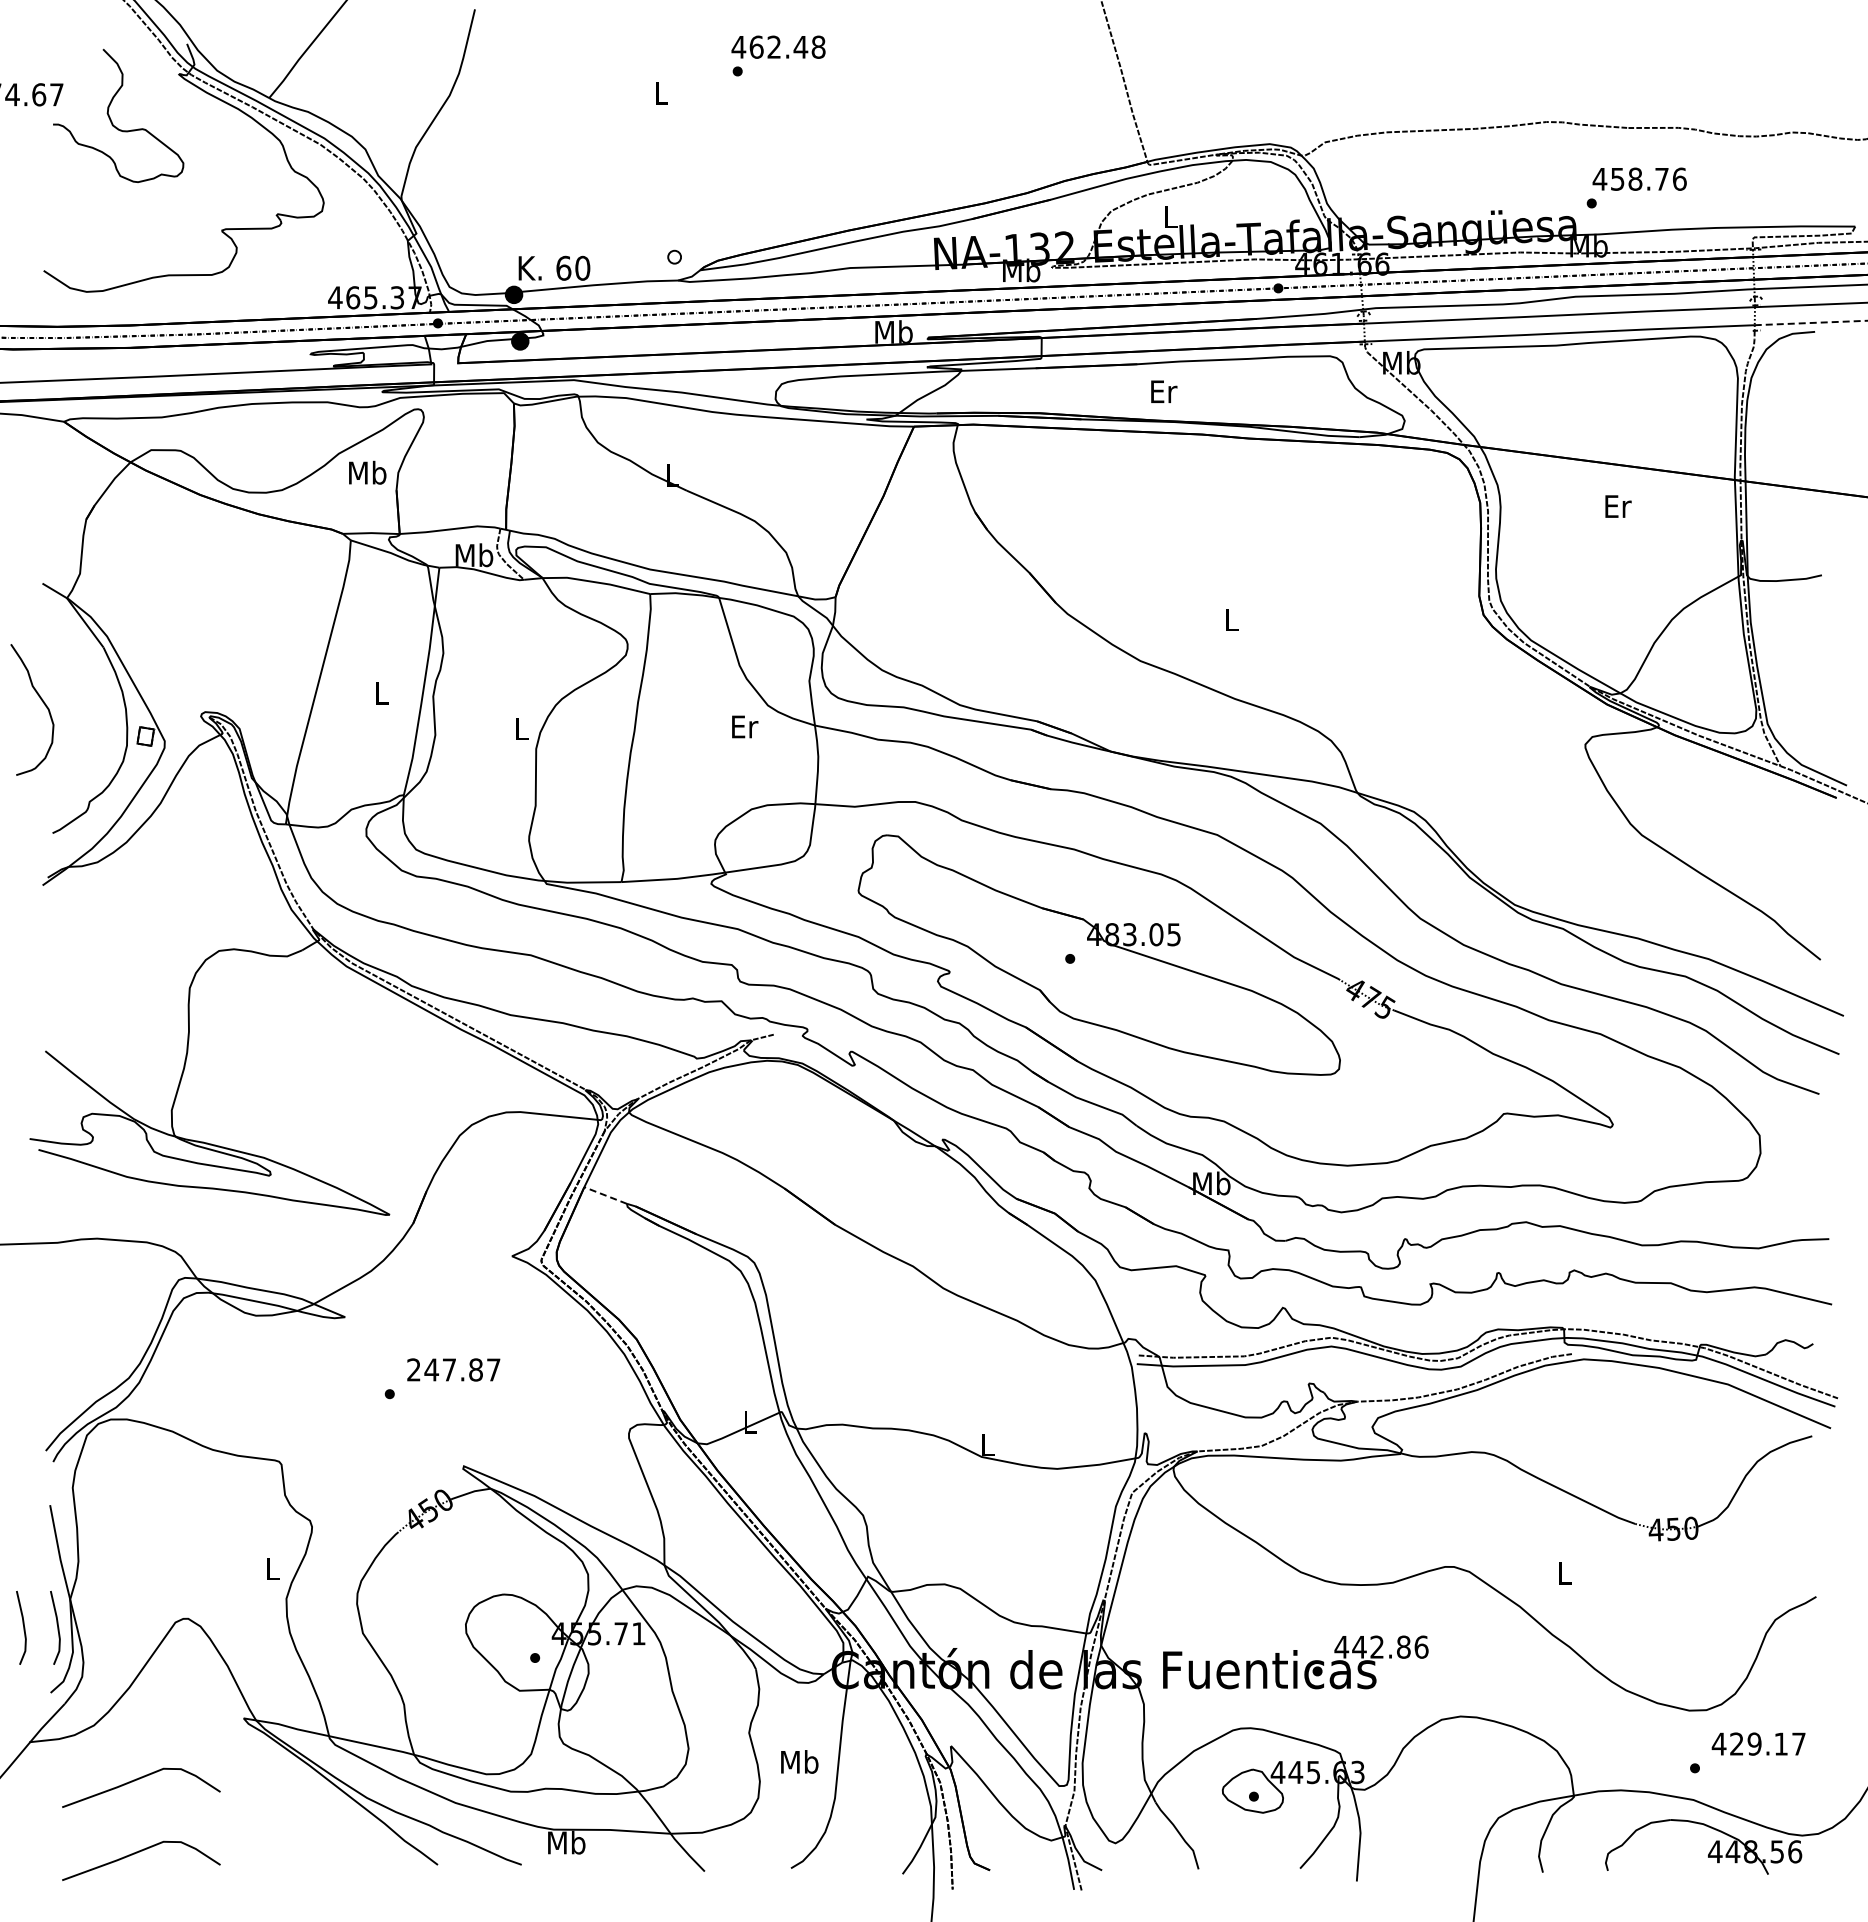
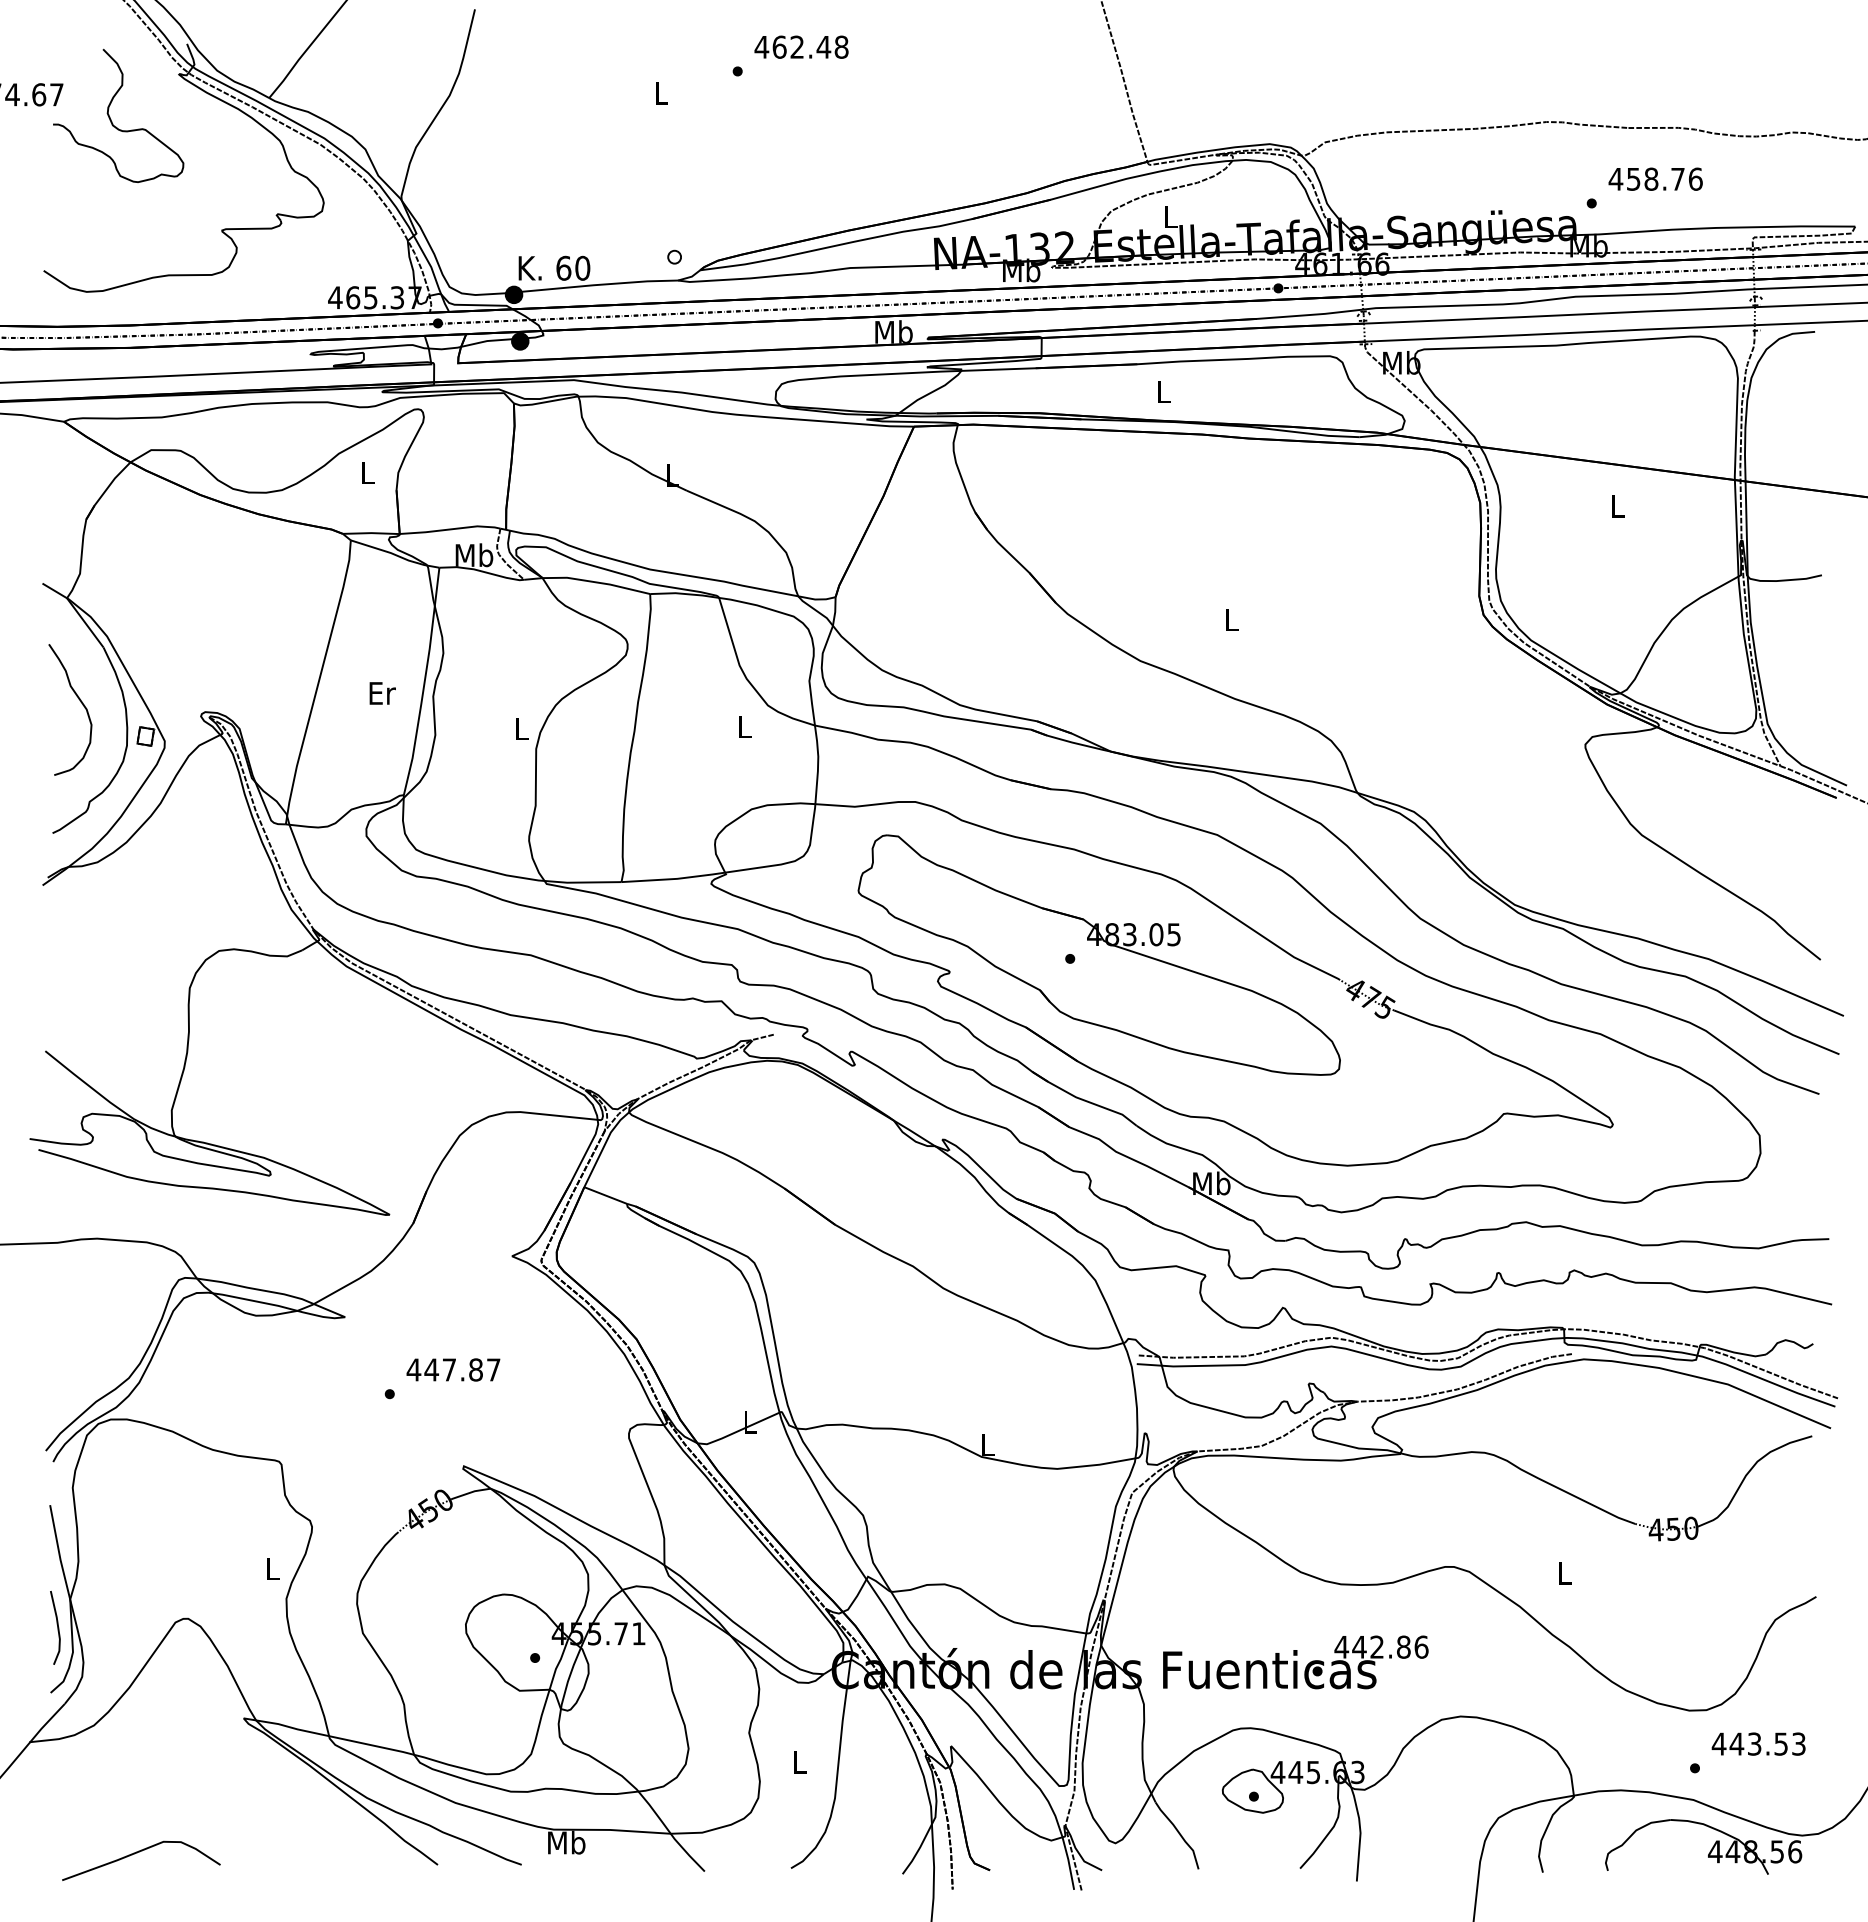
text at (778, 46) position: (778, 46) -> (801, 46)
text at (1639, 178) position: (1639, 178) -> (1655, 178)
line at (1811, 322): dashed -> solid
text at (1164, 391): Er -> L
text at (367, 472): Mb -> L
text at (1618, 506): Er -> L
text at (382, 693): L -> Er
curve at (42, 702) position: (42, 702) -> (80, 702)
text at (745, 726): Er -> L
line at (605, 1195): dashed -> solid
text at (413, 1369): 247.87 -> 447.87
line at (23, 1627): present -> none
text at (1767, 1743): 429.17 -> 443.53
text at (799, 1761): Mb -> L
curve at (137, 1780): present -> none
